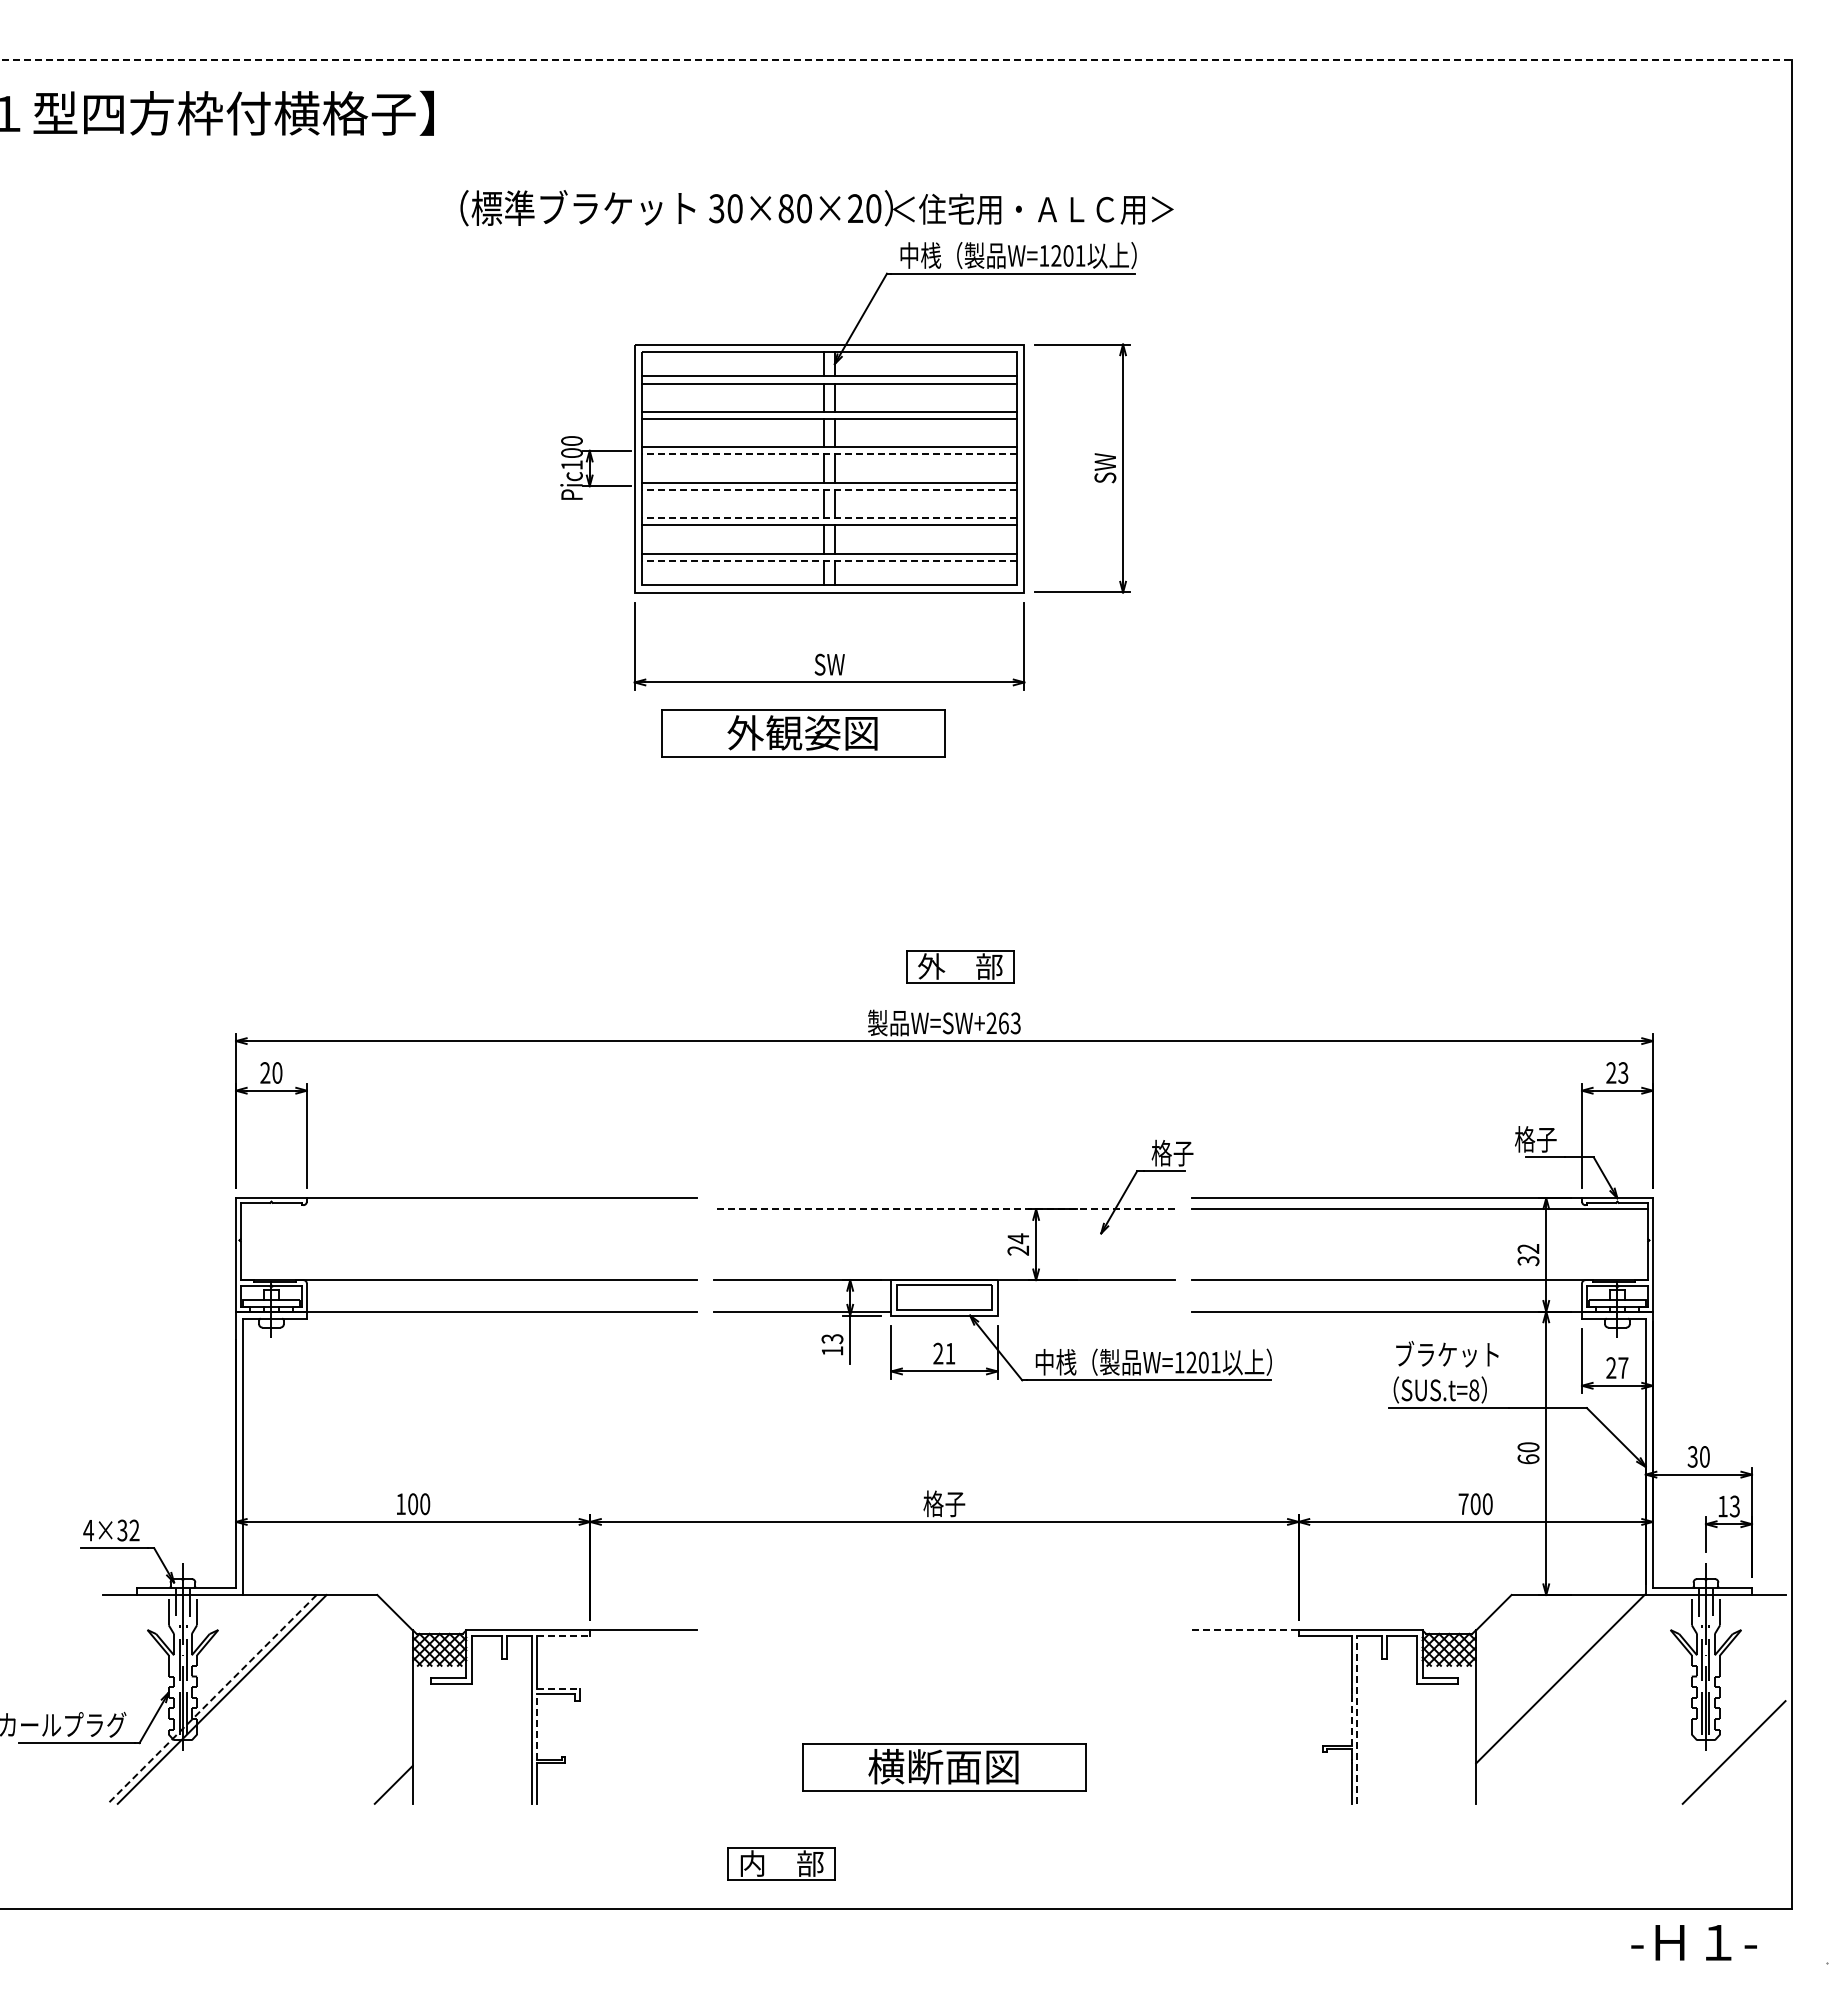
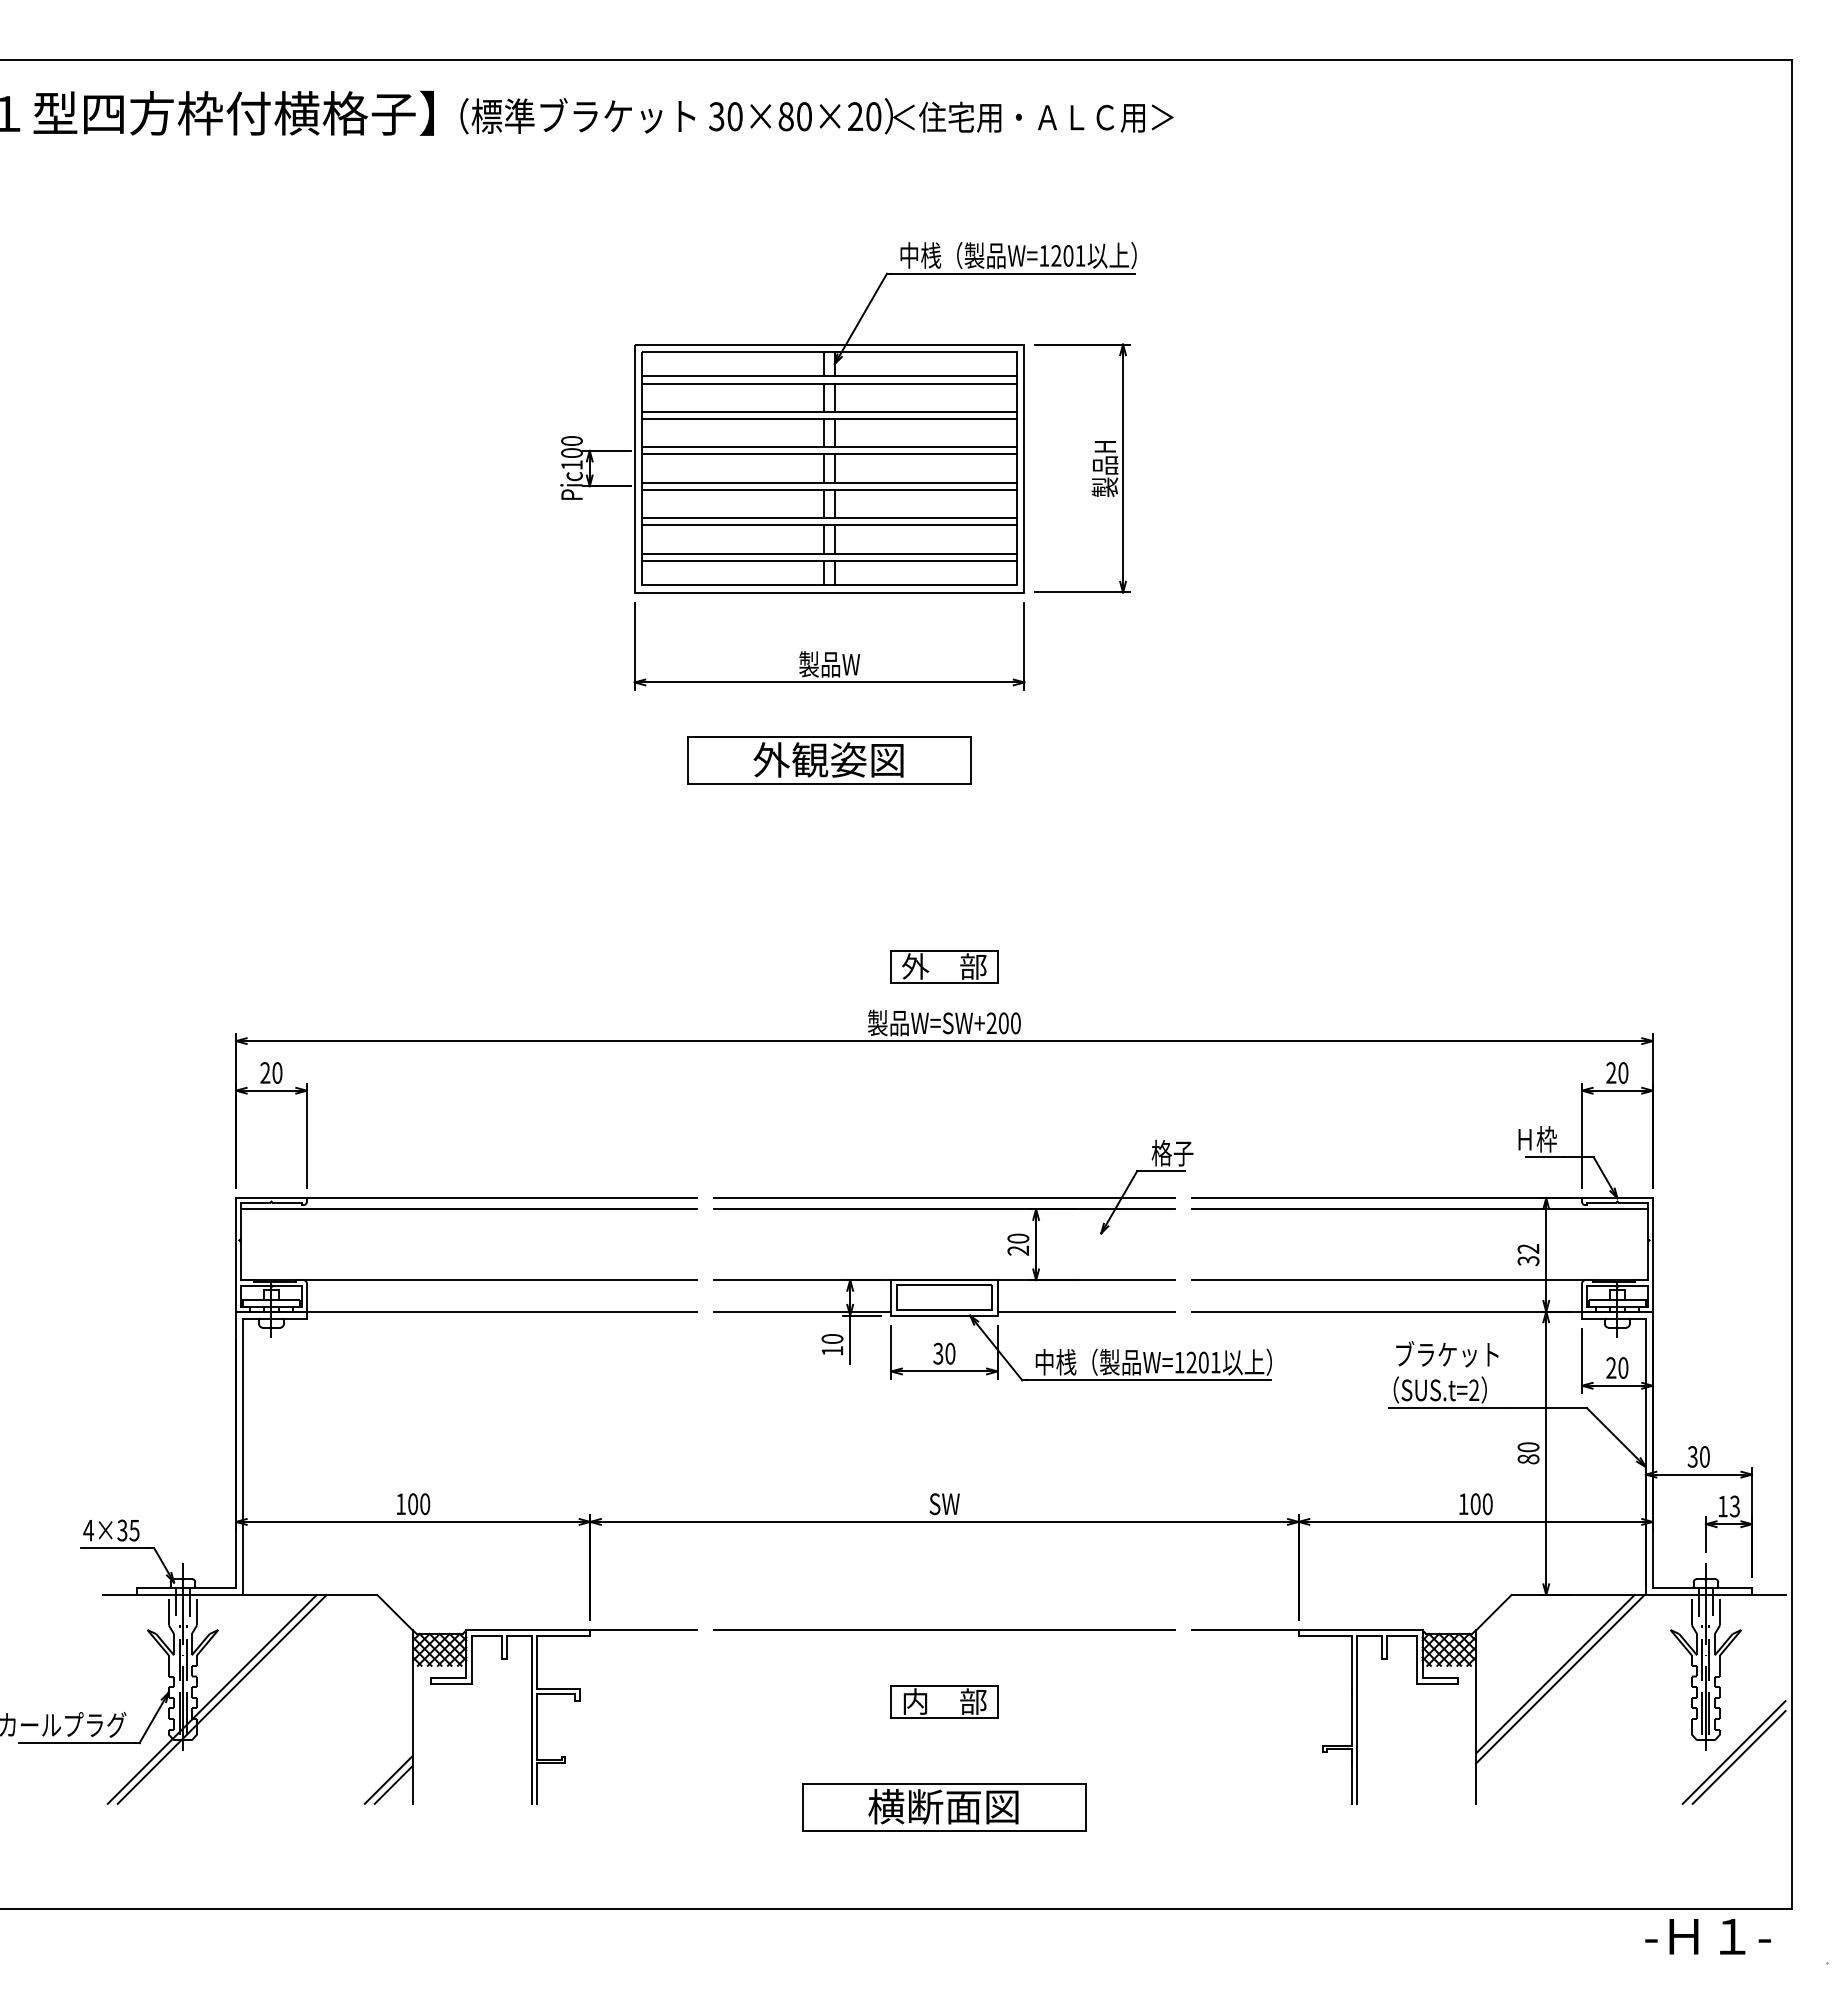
line at (896, 60): dashed -> solid
text at (816, 208) position: (816, 208) -> (816, 116)
line at (829, 454): dashed -> solid
text at (1104, 469): SW -> 製品H
line at (829, 489): dashed -> solid
line at (829, 518): dashed -> solid
line at (829, 560): dashed -> solid
text at (829, 664): SW -> 製品W
part at (803, 733) position: (803, 733) -> (829, 760)
part at (960, 966) position: (960, 966) -> (944, 966)
text at (1009, 1023): W=SW+263 -> W=SW+200
text at (1623, 1072): 23 -> 20
text at (1535, 1139): 格子 -> Ｈ枠
line at (944, 1198): none -> present
line at (468, 1209): none -> present
line at (943, 1209): dashed -> solid
text at (1018, 1238): 24 -> 20
line at (1085, 1311): none -> present
text at (832, 1339): 13 -> 10
text at (944, 1353): 21 -> 30
text at (1623, 1367): 27 -> 20
text at (1474, 1390): SUS.t=8 -> SUS.t=2
text at (1528, 1459): 60 -> 80
text at (944, 1503): 格子 -> SW
text at (1463, 1503): 700 -> 100
text at (134, 1530): 4×32 -> 4×35
line at (944, 1629): none -> present
line at (1246, 1630): dashed -> solid
line at (563, 1635): dashed -> solid
line at (1555, 1674): none -> present
line at (558, 1688): dashed -> solid
line at (212, 1699): dashed -> solid
line at (1351, 1719): dashed -> solid
line at (1357, 1719): dashed -> solid
line at (537, 1726): dashed -> solid
line at (1738, 1757): none -> present
part at (944, 1767) position: (944, 1767) -> (944, 1807)
line at (388, 1779): none -> present
part at (781, 1863) position: (781, 1863) -> (944, 1701)
text at (1693, 1942) position: (1693, 1942) -> (1707, 1936)
